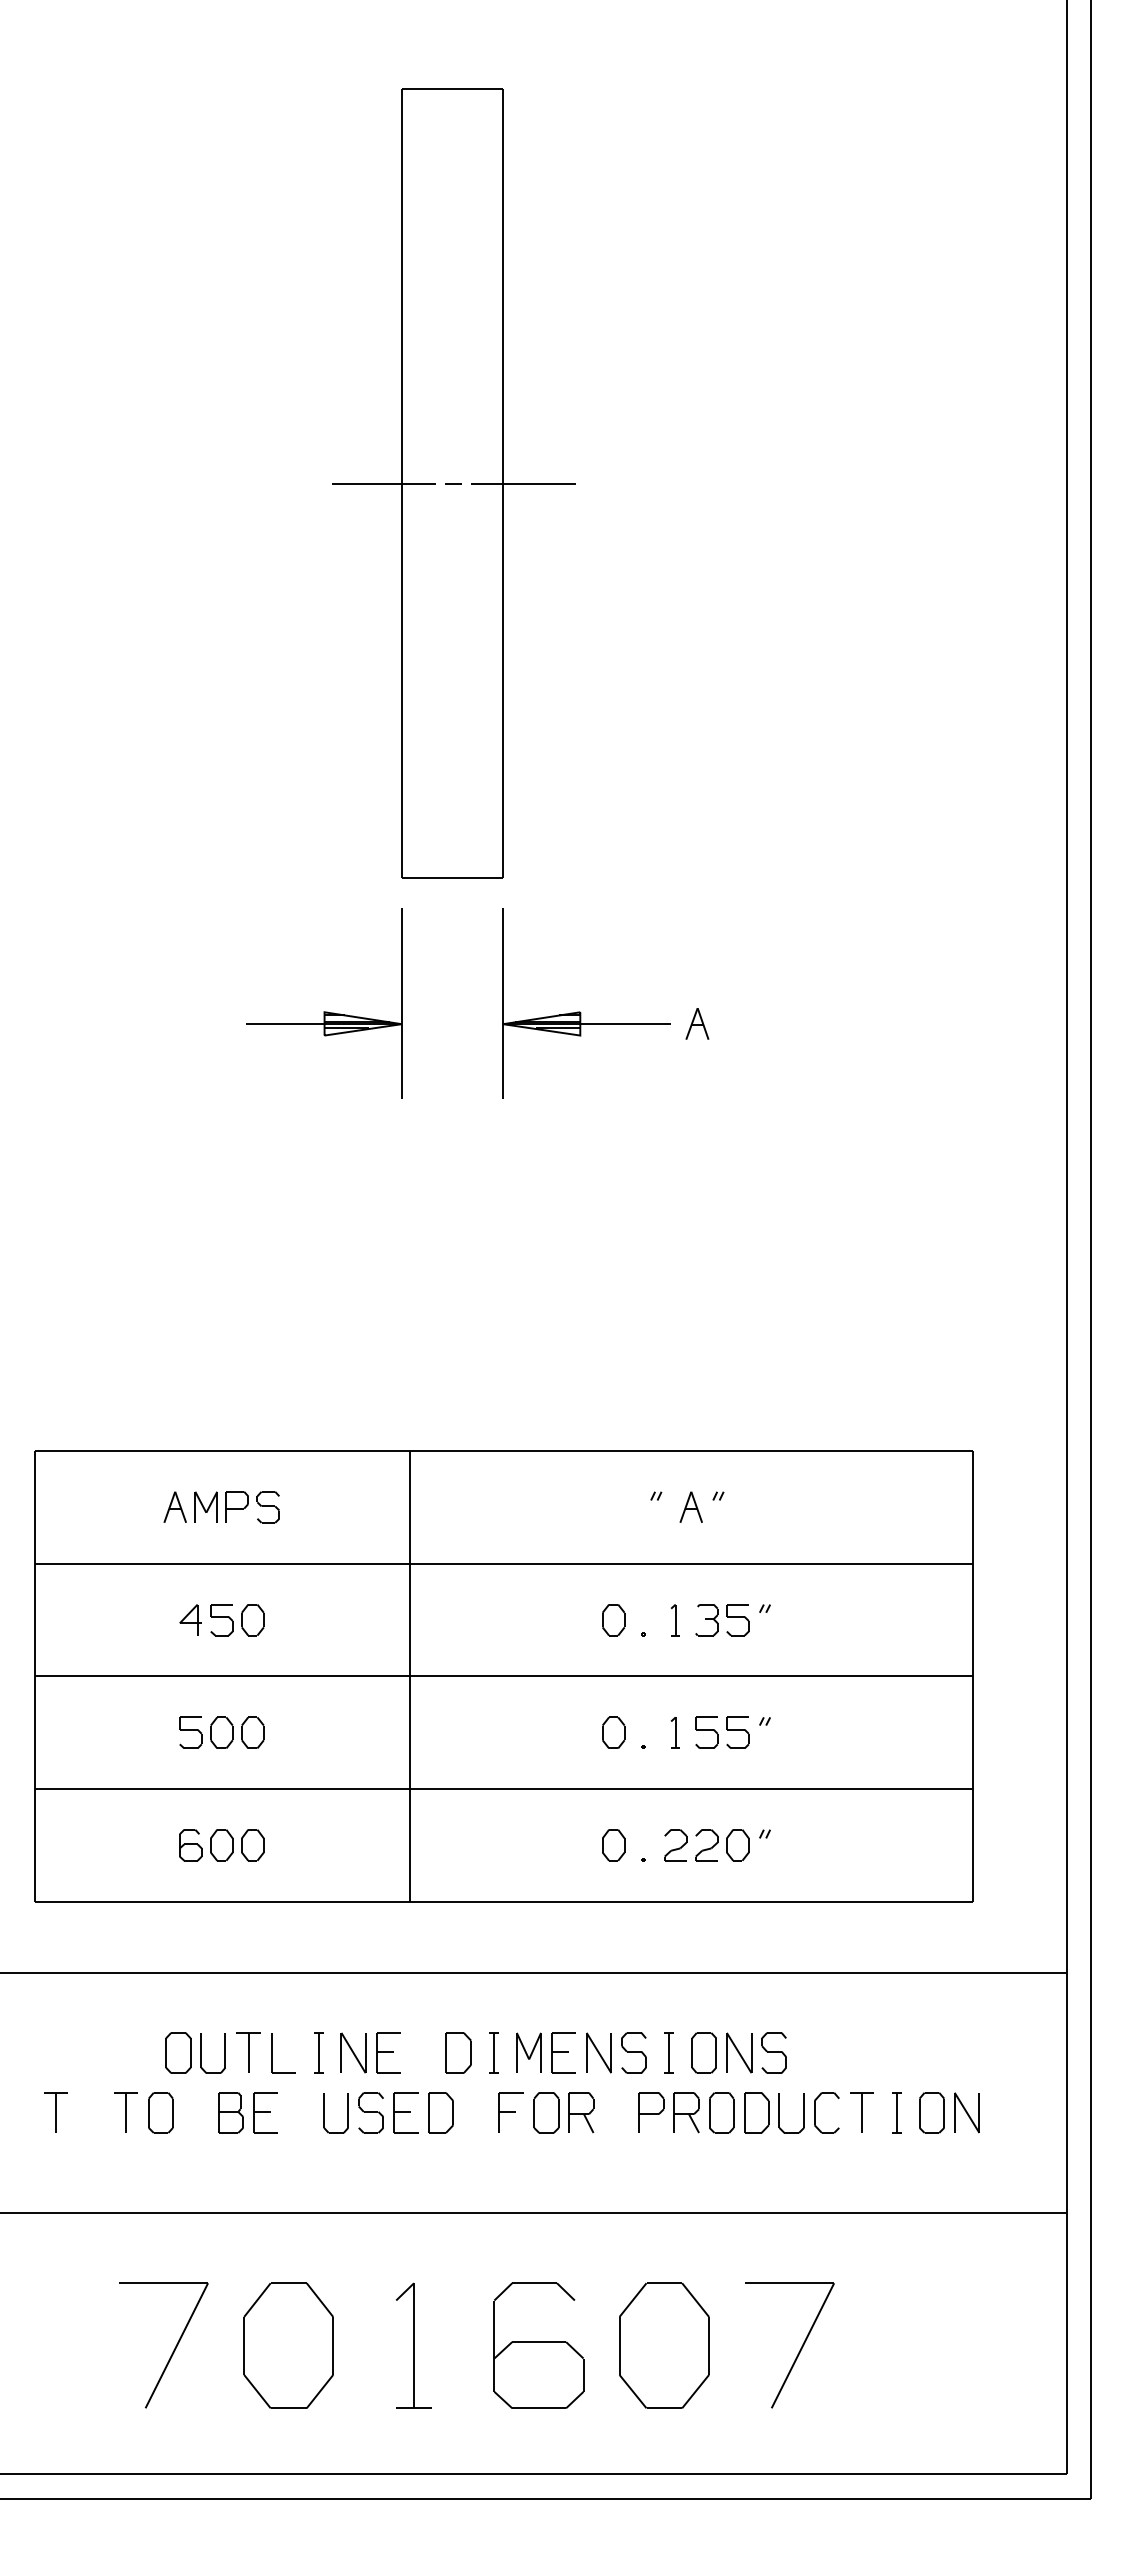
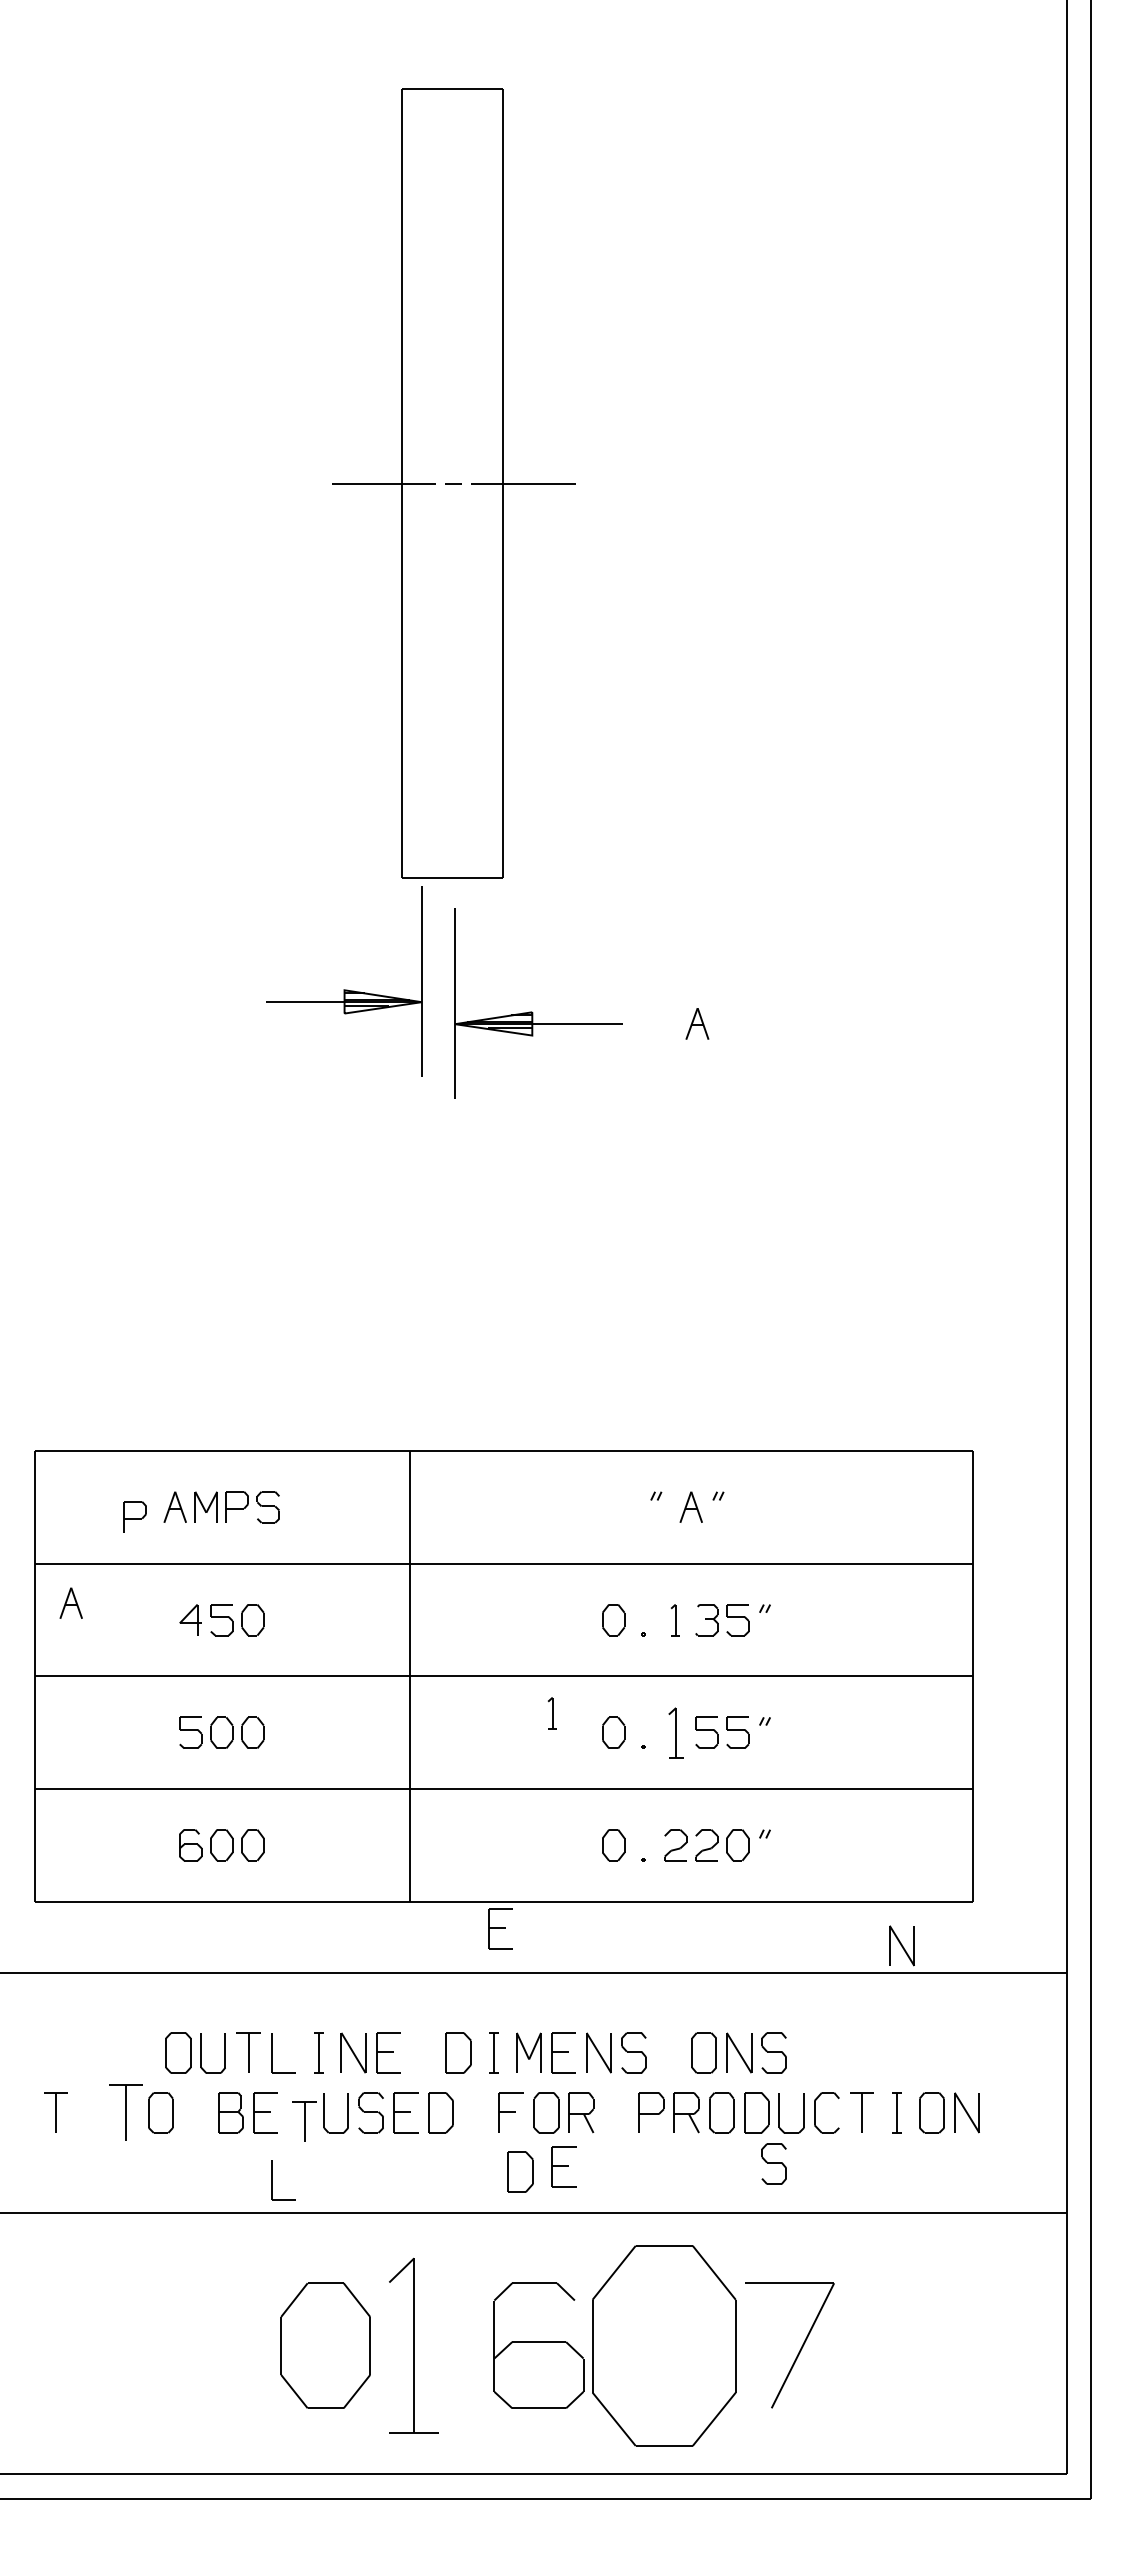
part at (324, 1011) position: (324, 1011) -> (344, 989)
part at (580, 1011) position: (580, 1011) -> (532, 1011)
part at (134, 1516): none -> present
part at (70, 1602): none -> present
part at (551, 1713): none -> present
part at (674, 1732) size: 10x32 px -> 16x52 px
part at (500, 1928): none -> present
part at (901, 1945): none -> present
part at (668, 2052): present -> none
part at (125, 2112) size: 24x41 px -> 34x57 px
part at (304, 2121): none -> present
part at (773, 2163): none -> present
part at (563, 2166): none -> present
part at (520, 2171): none -> present
part at (272, 2180): none -> present
part at (288, 2345) position: (288, 2345) -> (325, 2345)
part at (413, 2345) size: 37x127 px -> 50x177 px
part at (664, 2345) size: 91x127 px -> 145x202 px
part at (173, 2349): present -> none
